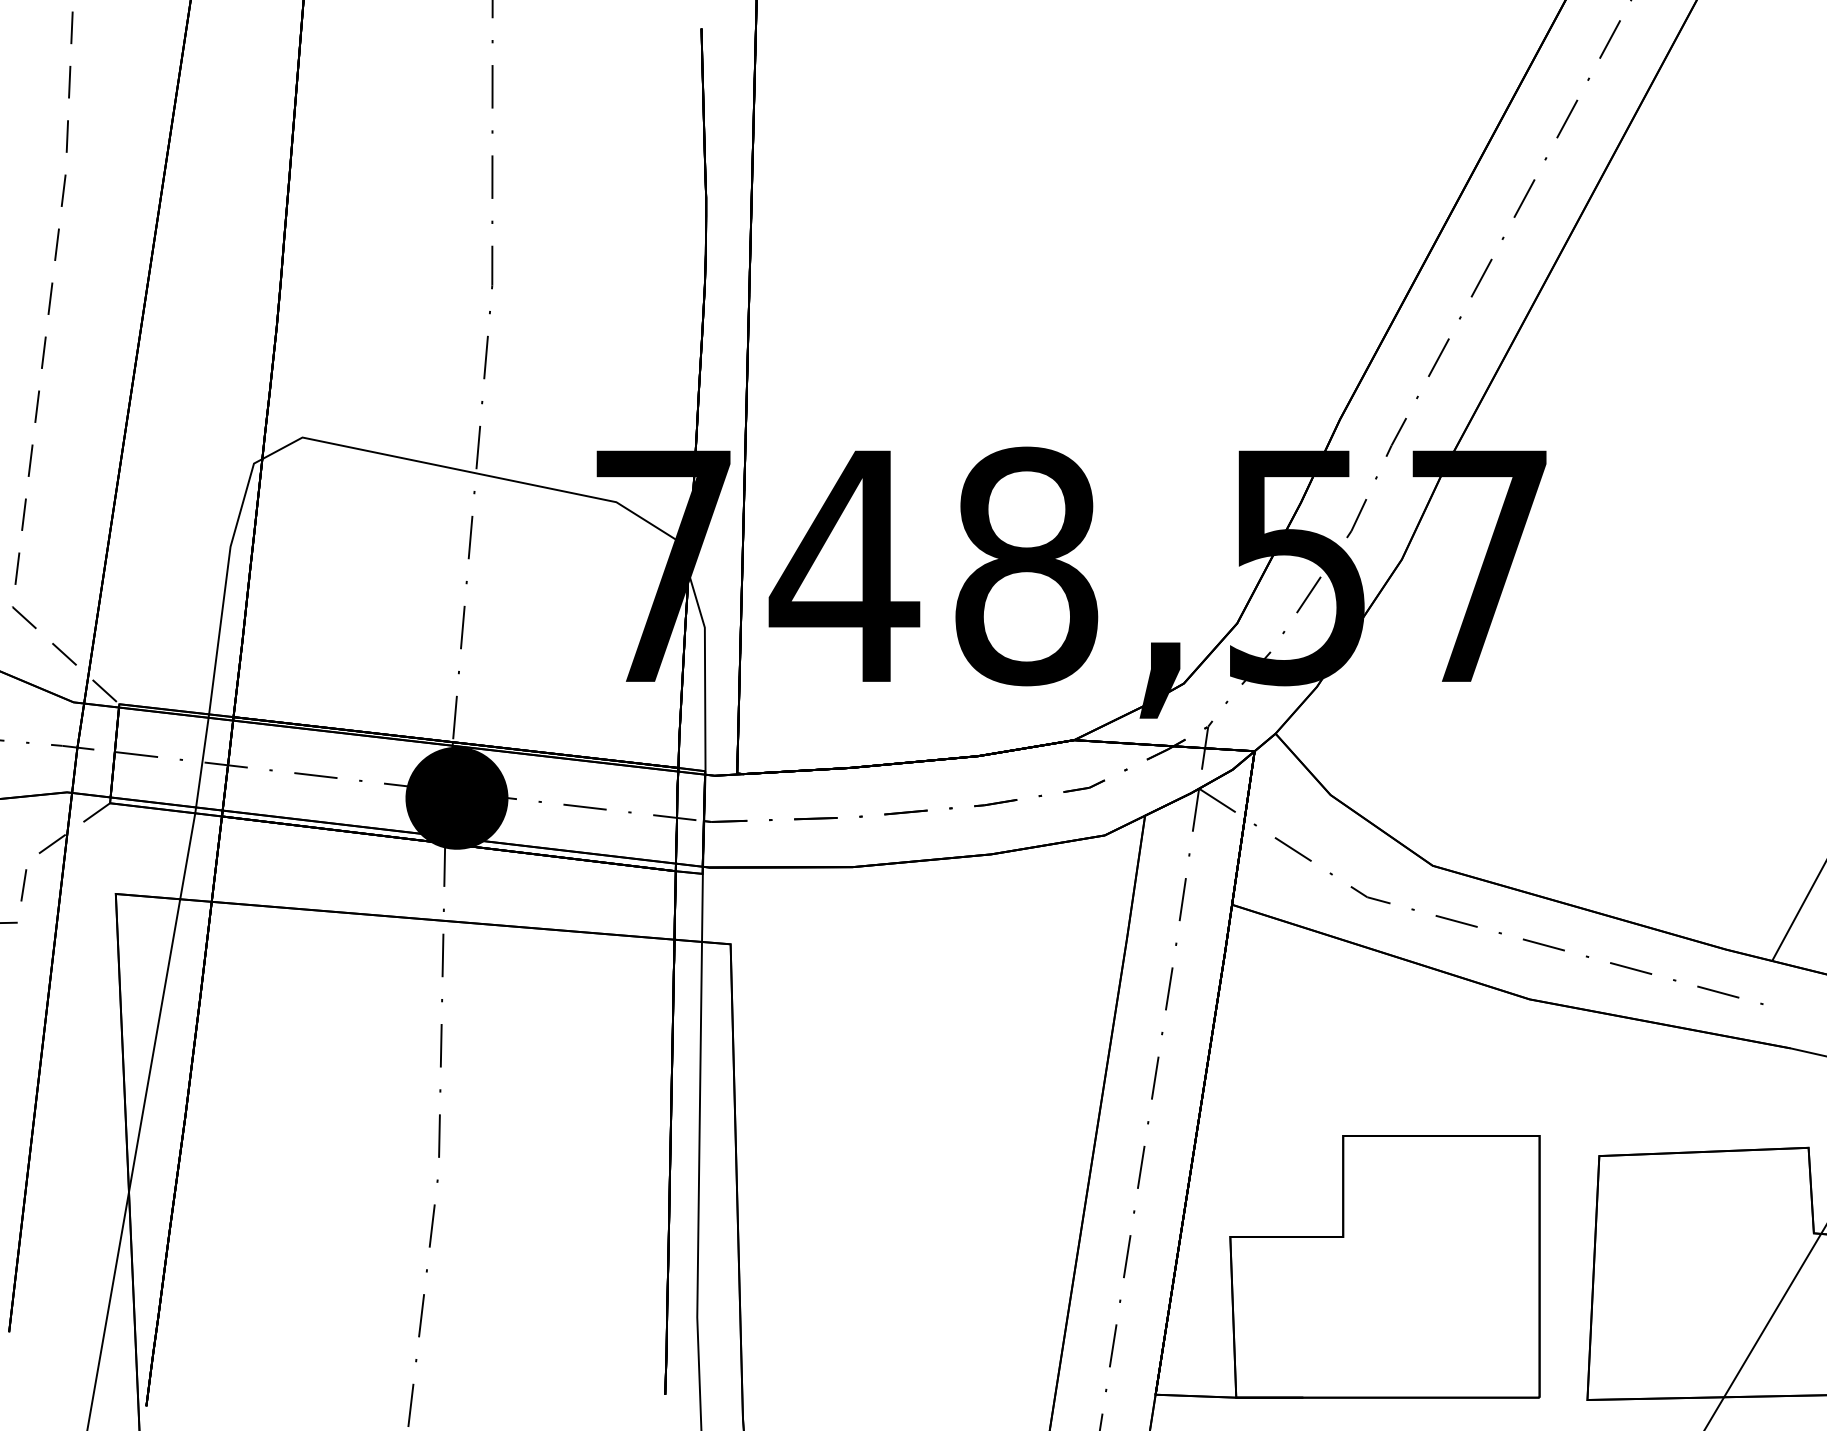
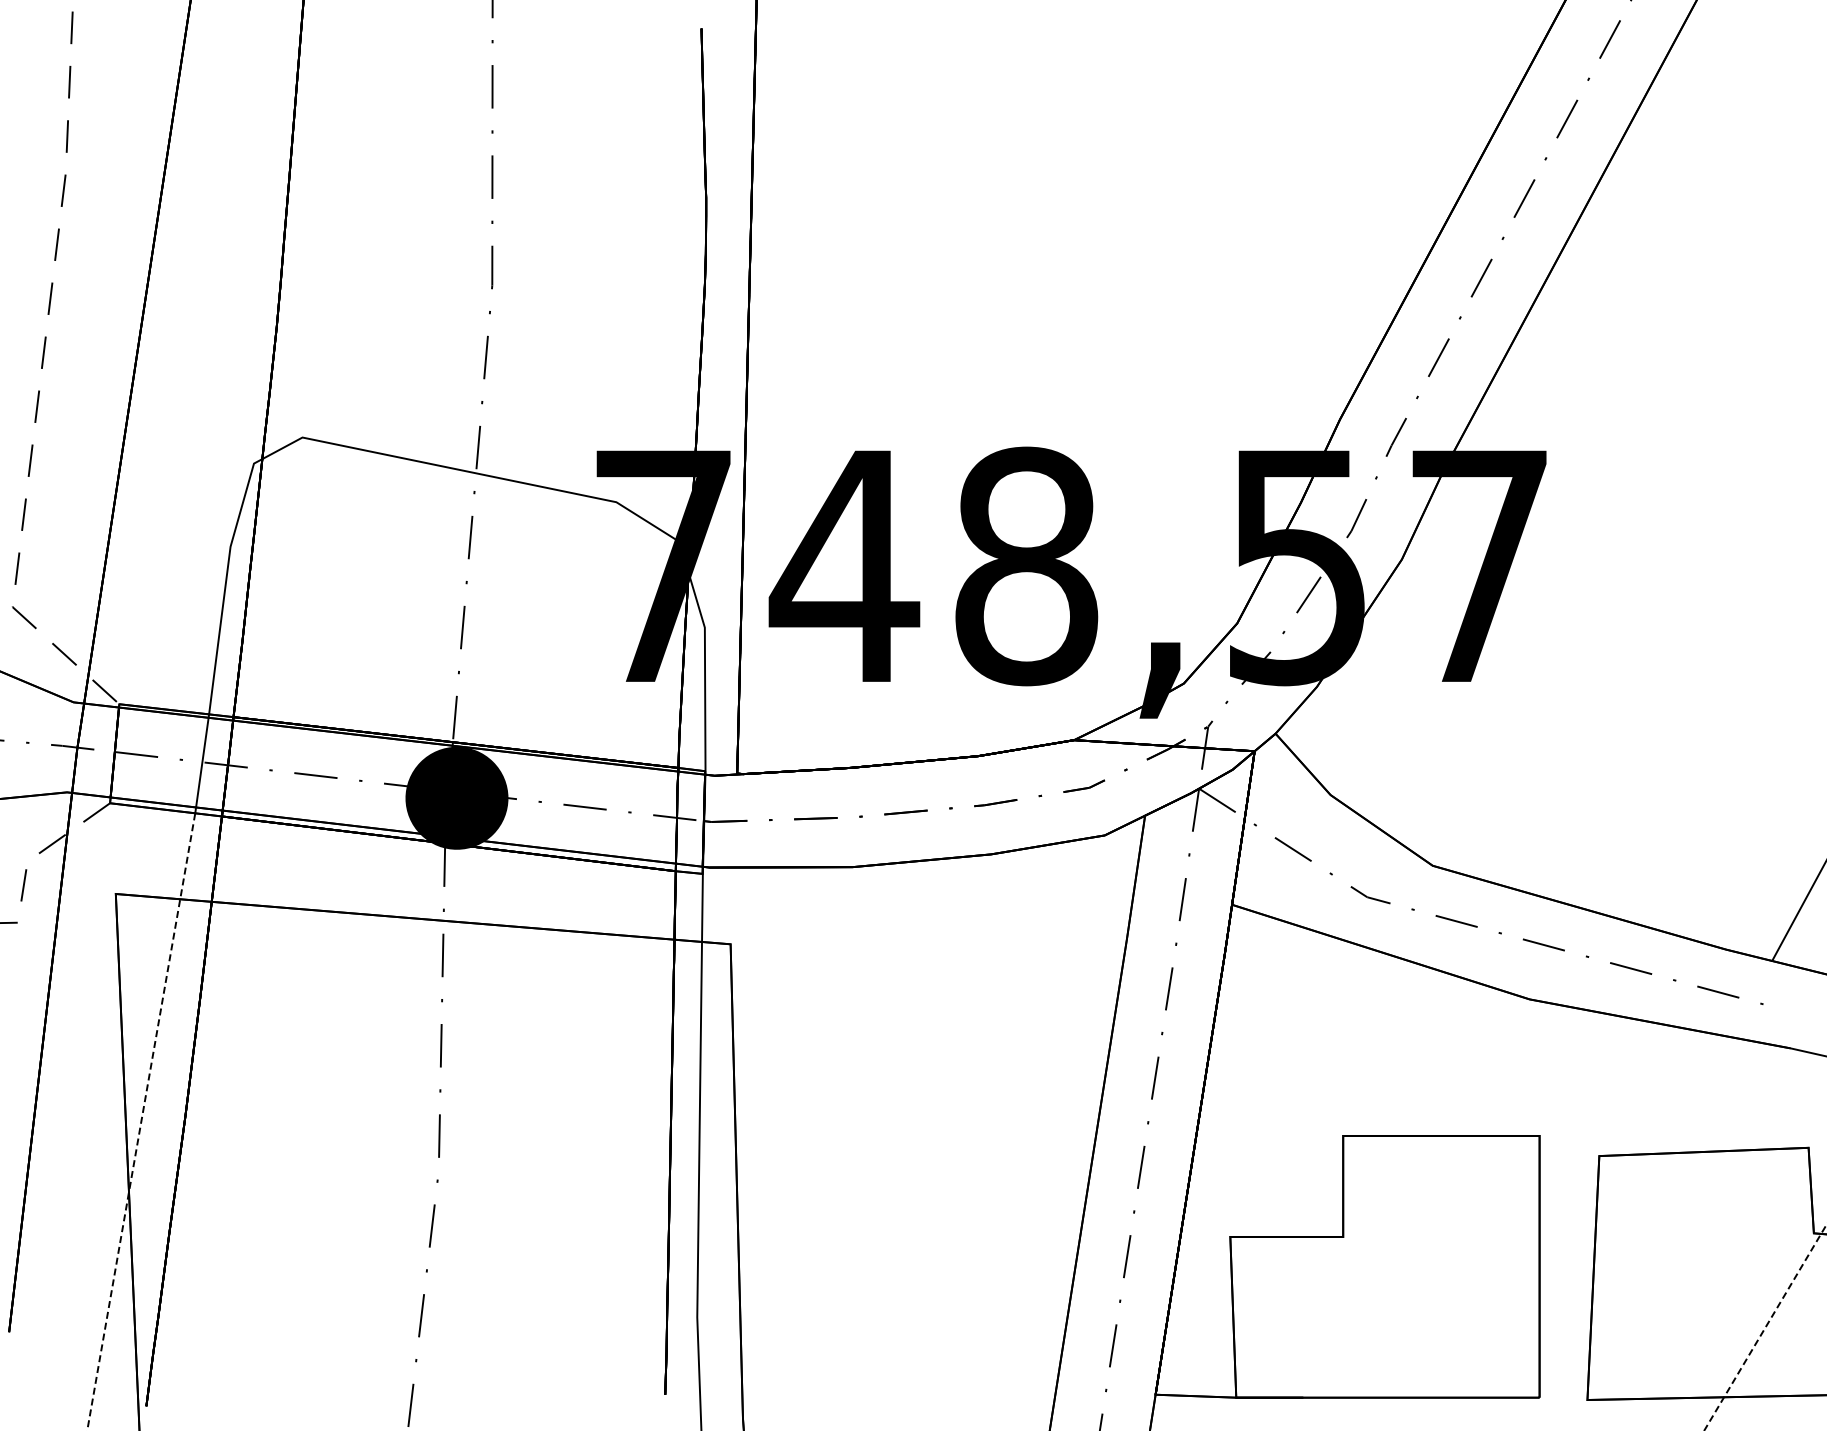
line at (141, 1121): solid -> dashed
line at (1765, 1327): solid -> dashed
